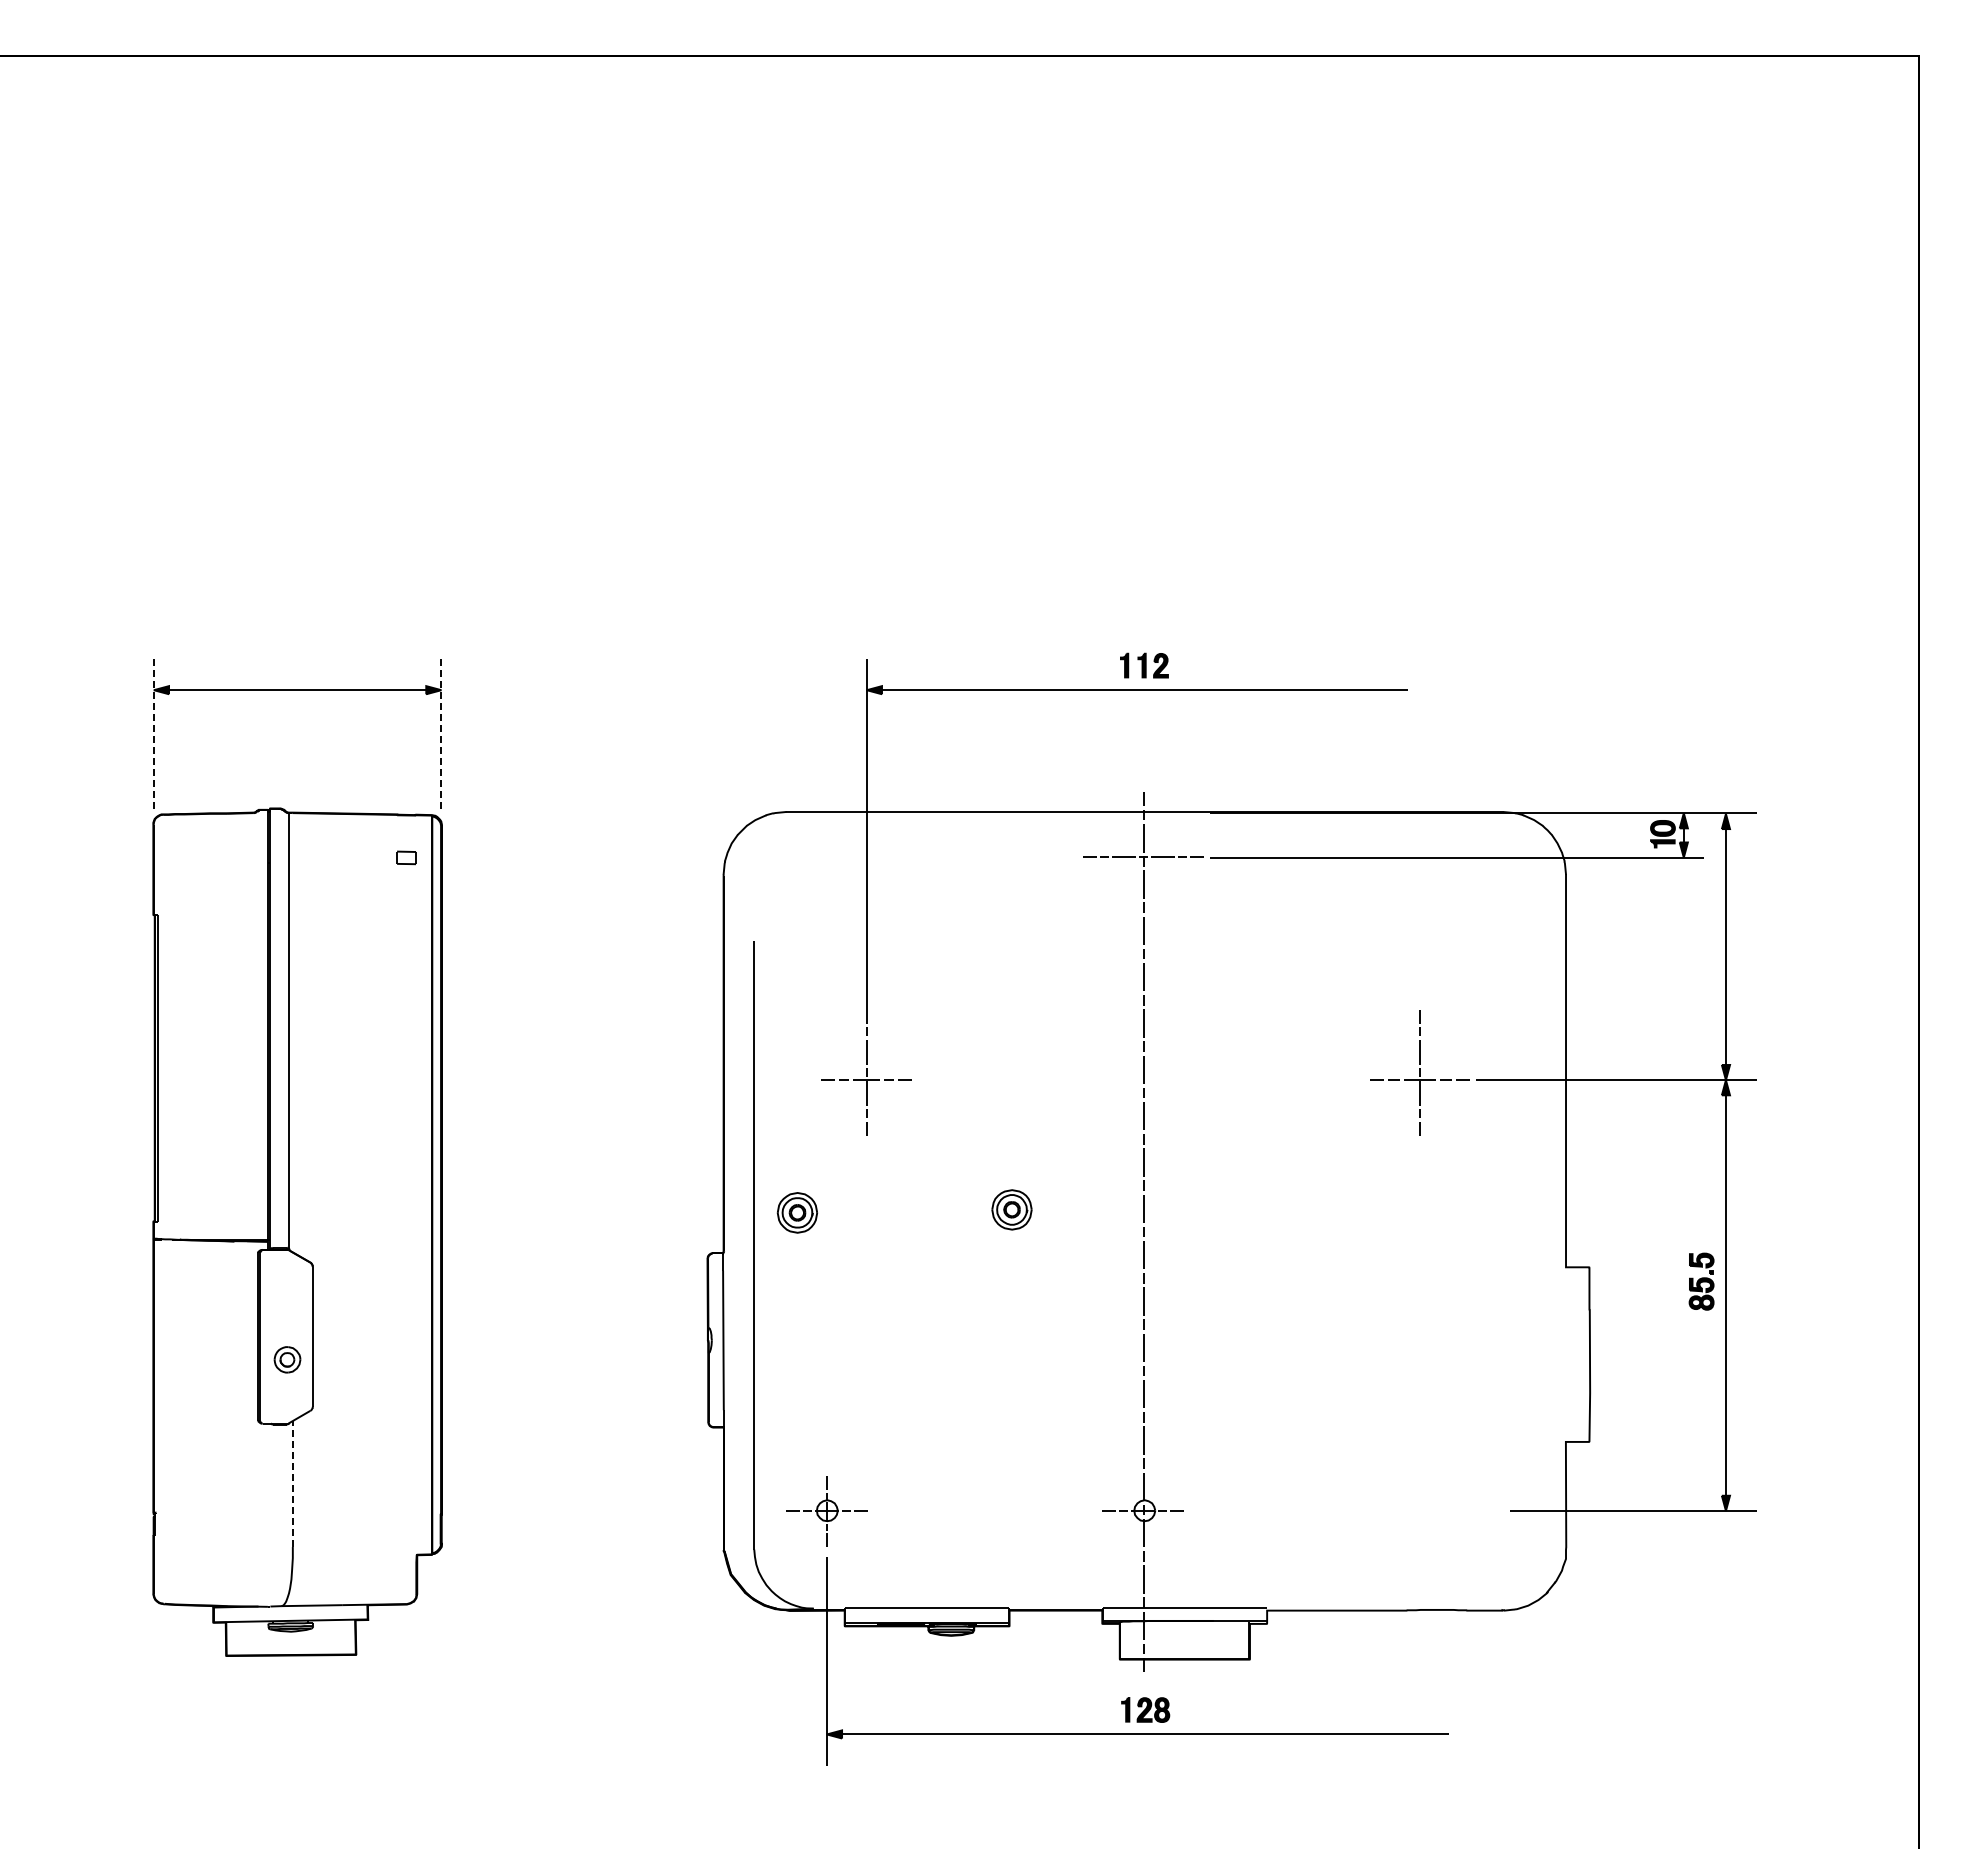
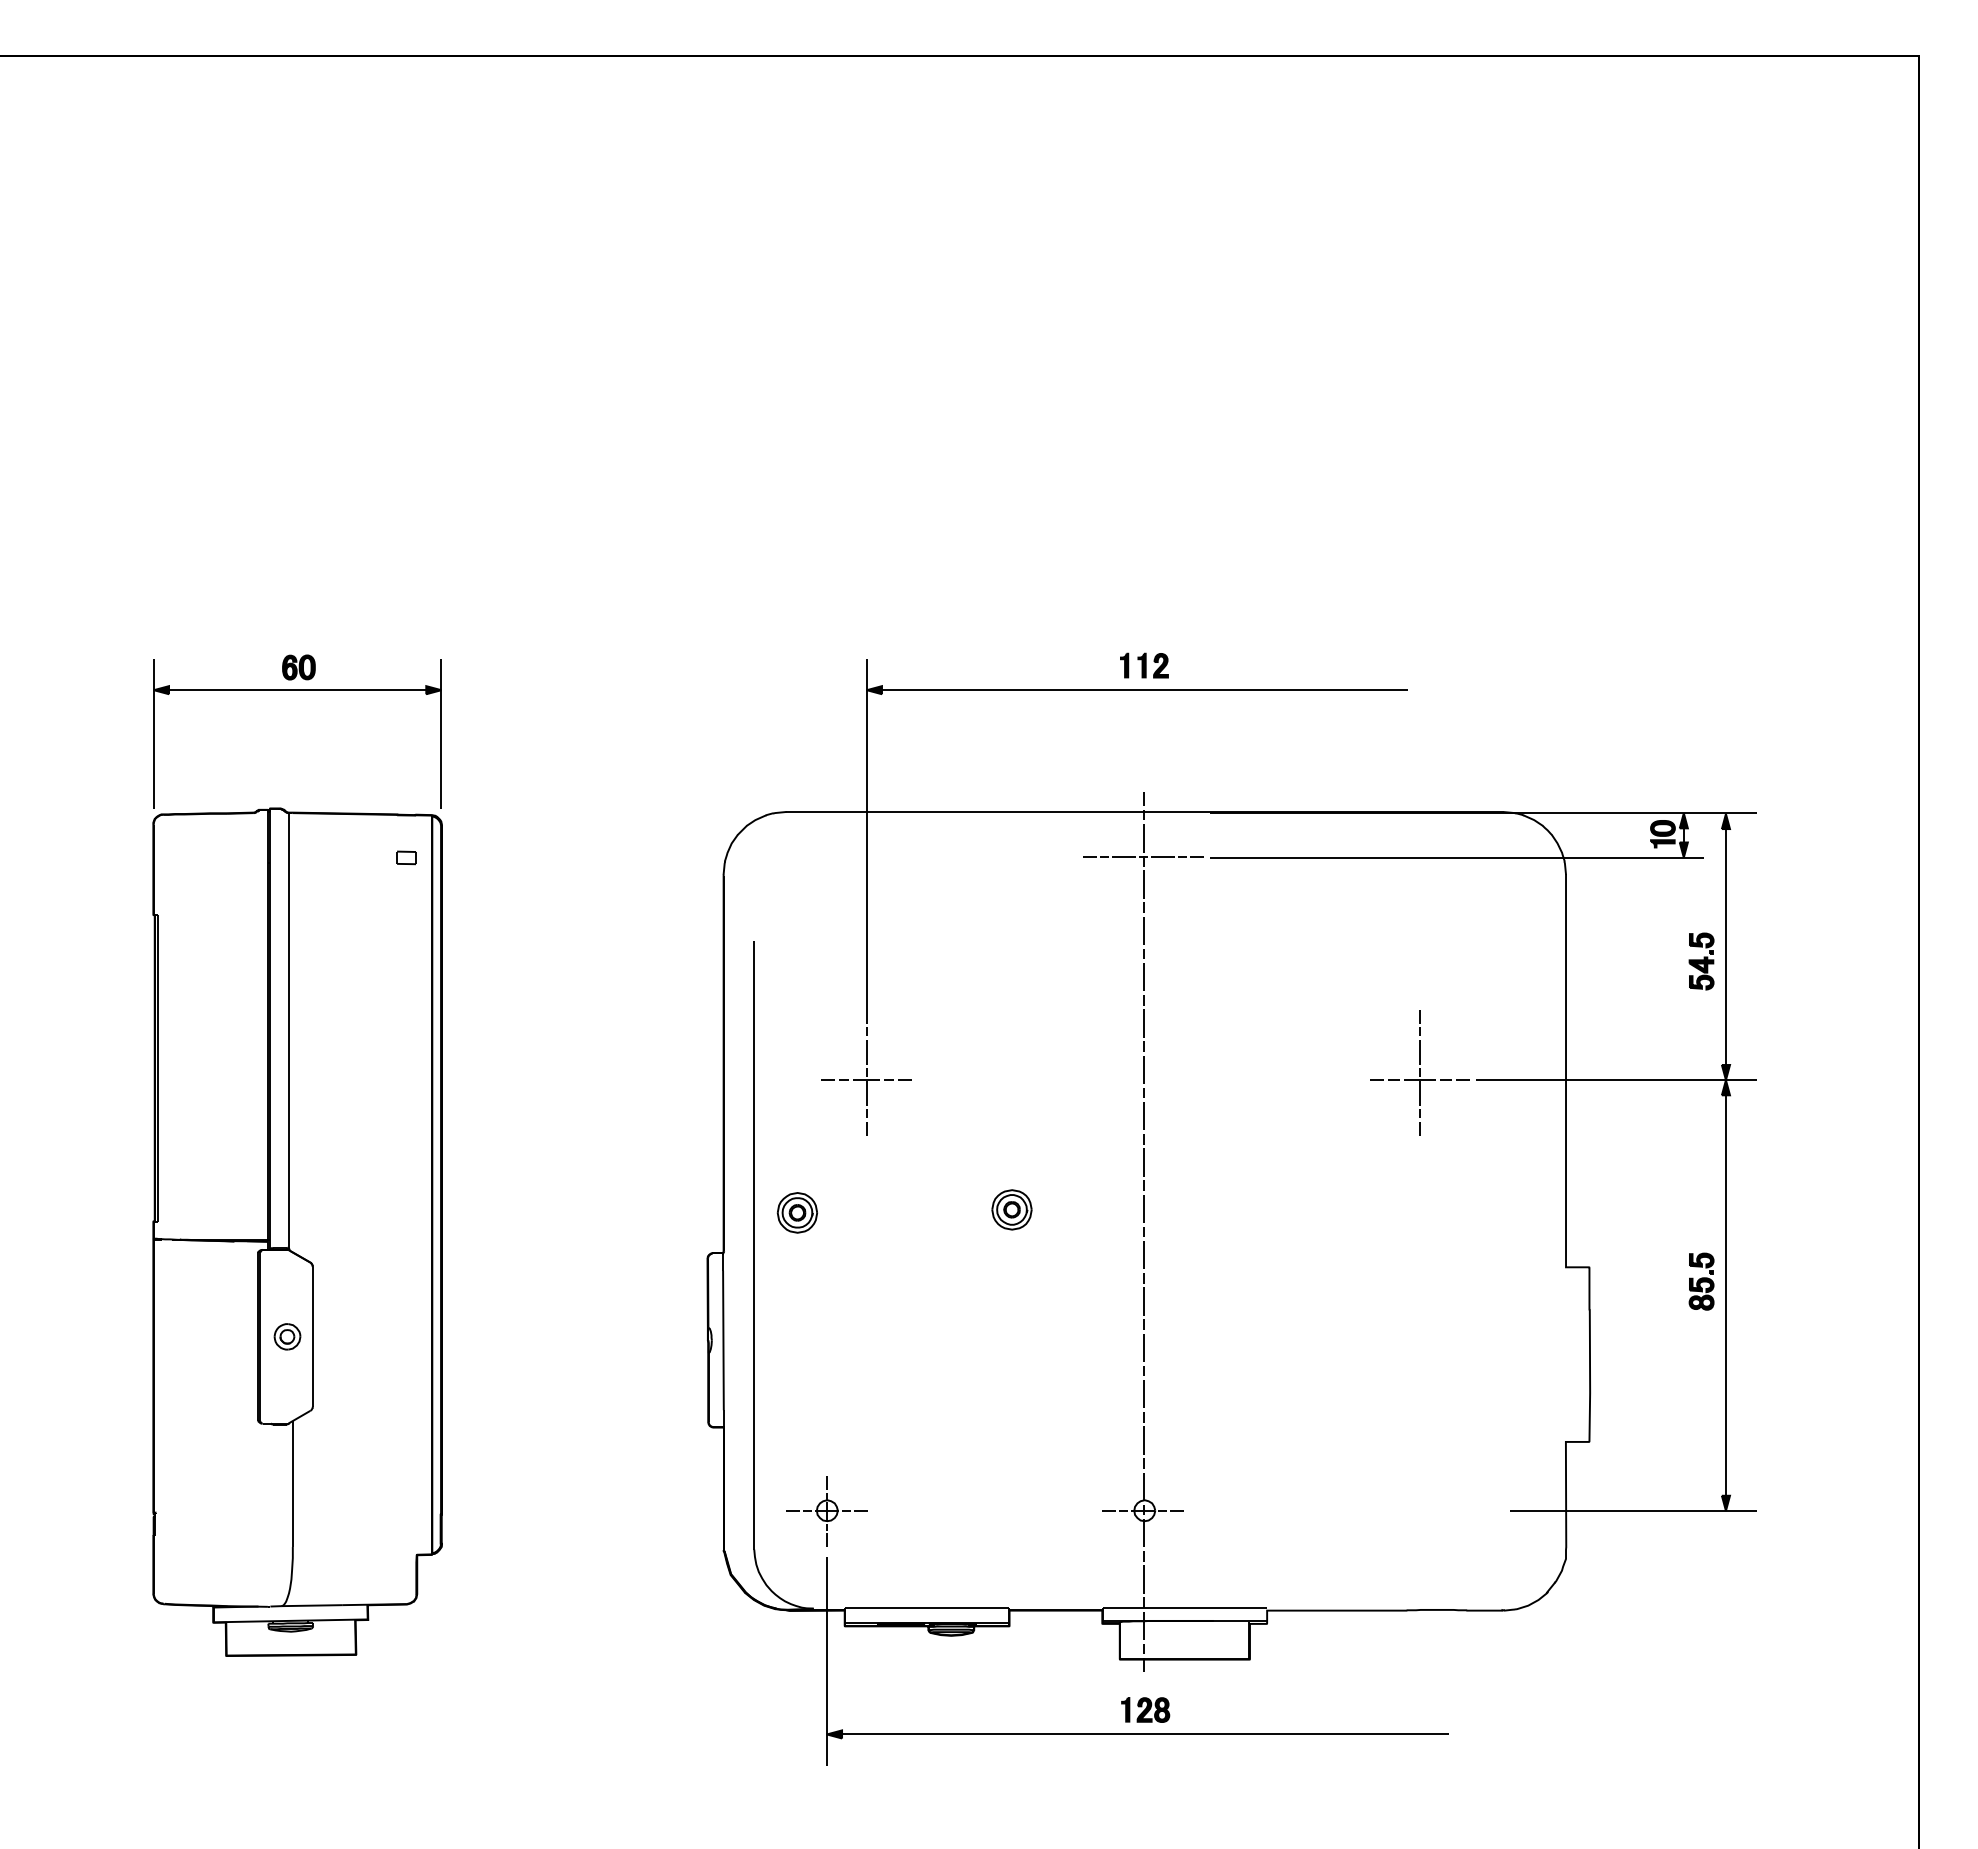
part at (298, 667): none -> present
line at (153, 734): dashed -> solid
line at (441, 734): dashed -> solid
part at (1701, 961): none -> present
part at (287, 1359) position: (287, 1359) -> (287, 1336)
line at (292, 1483): dashed -> solid
